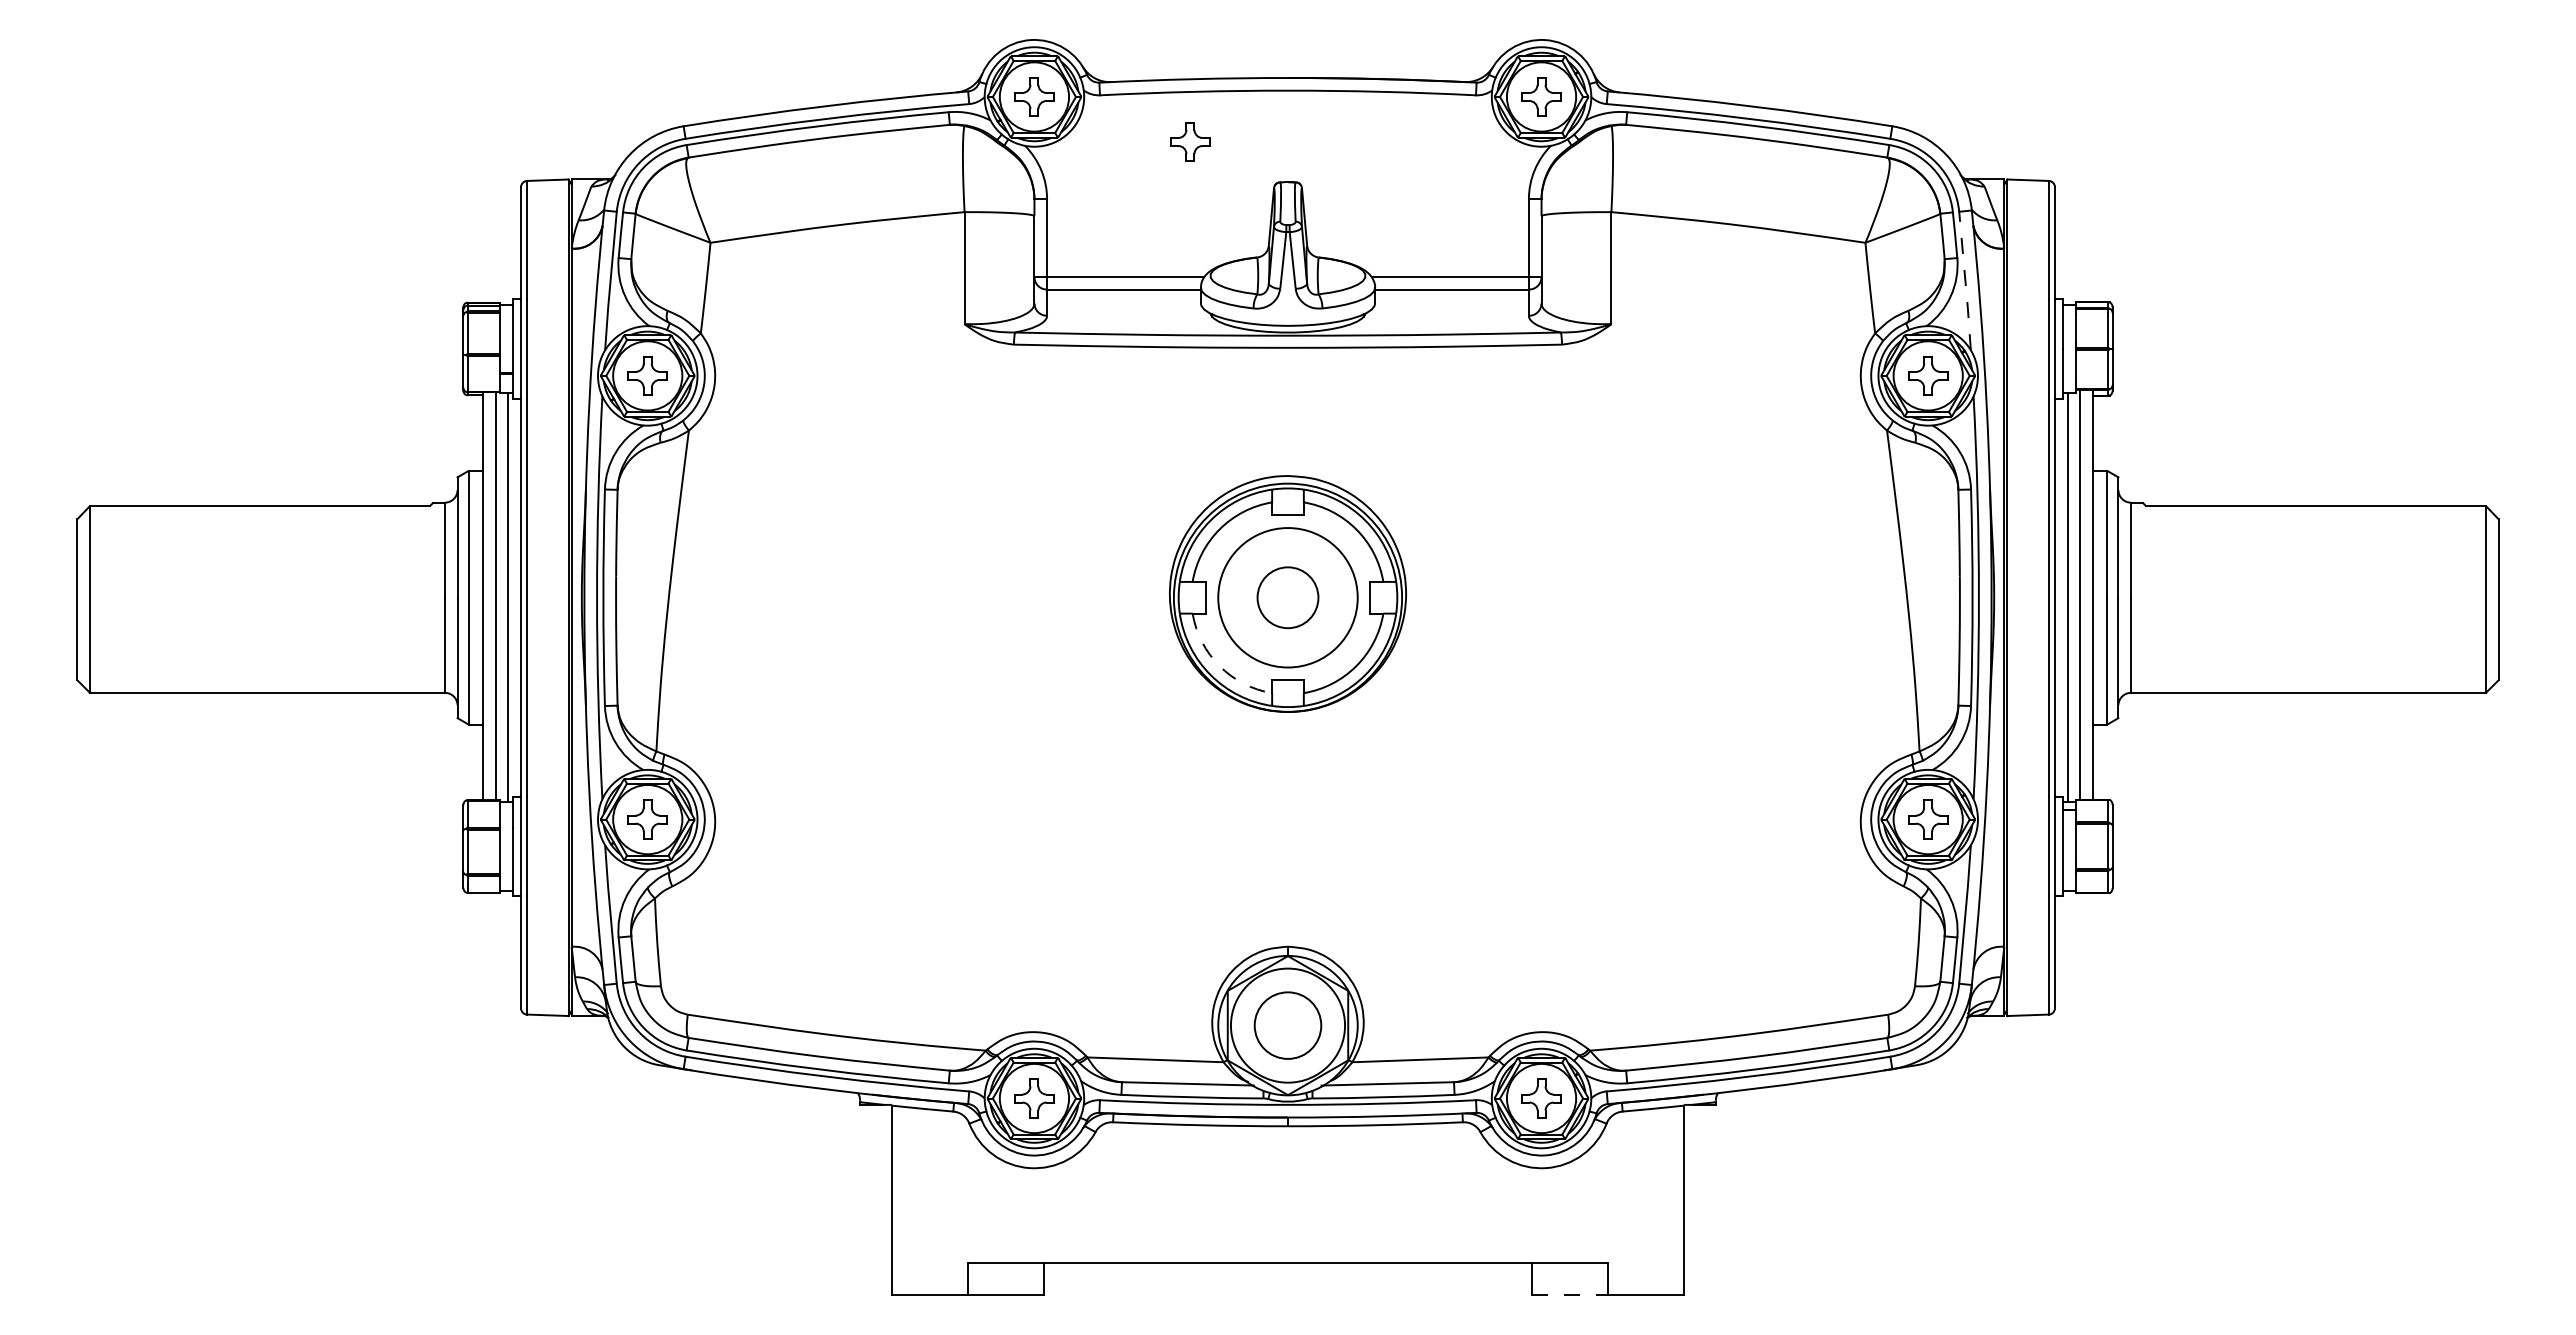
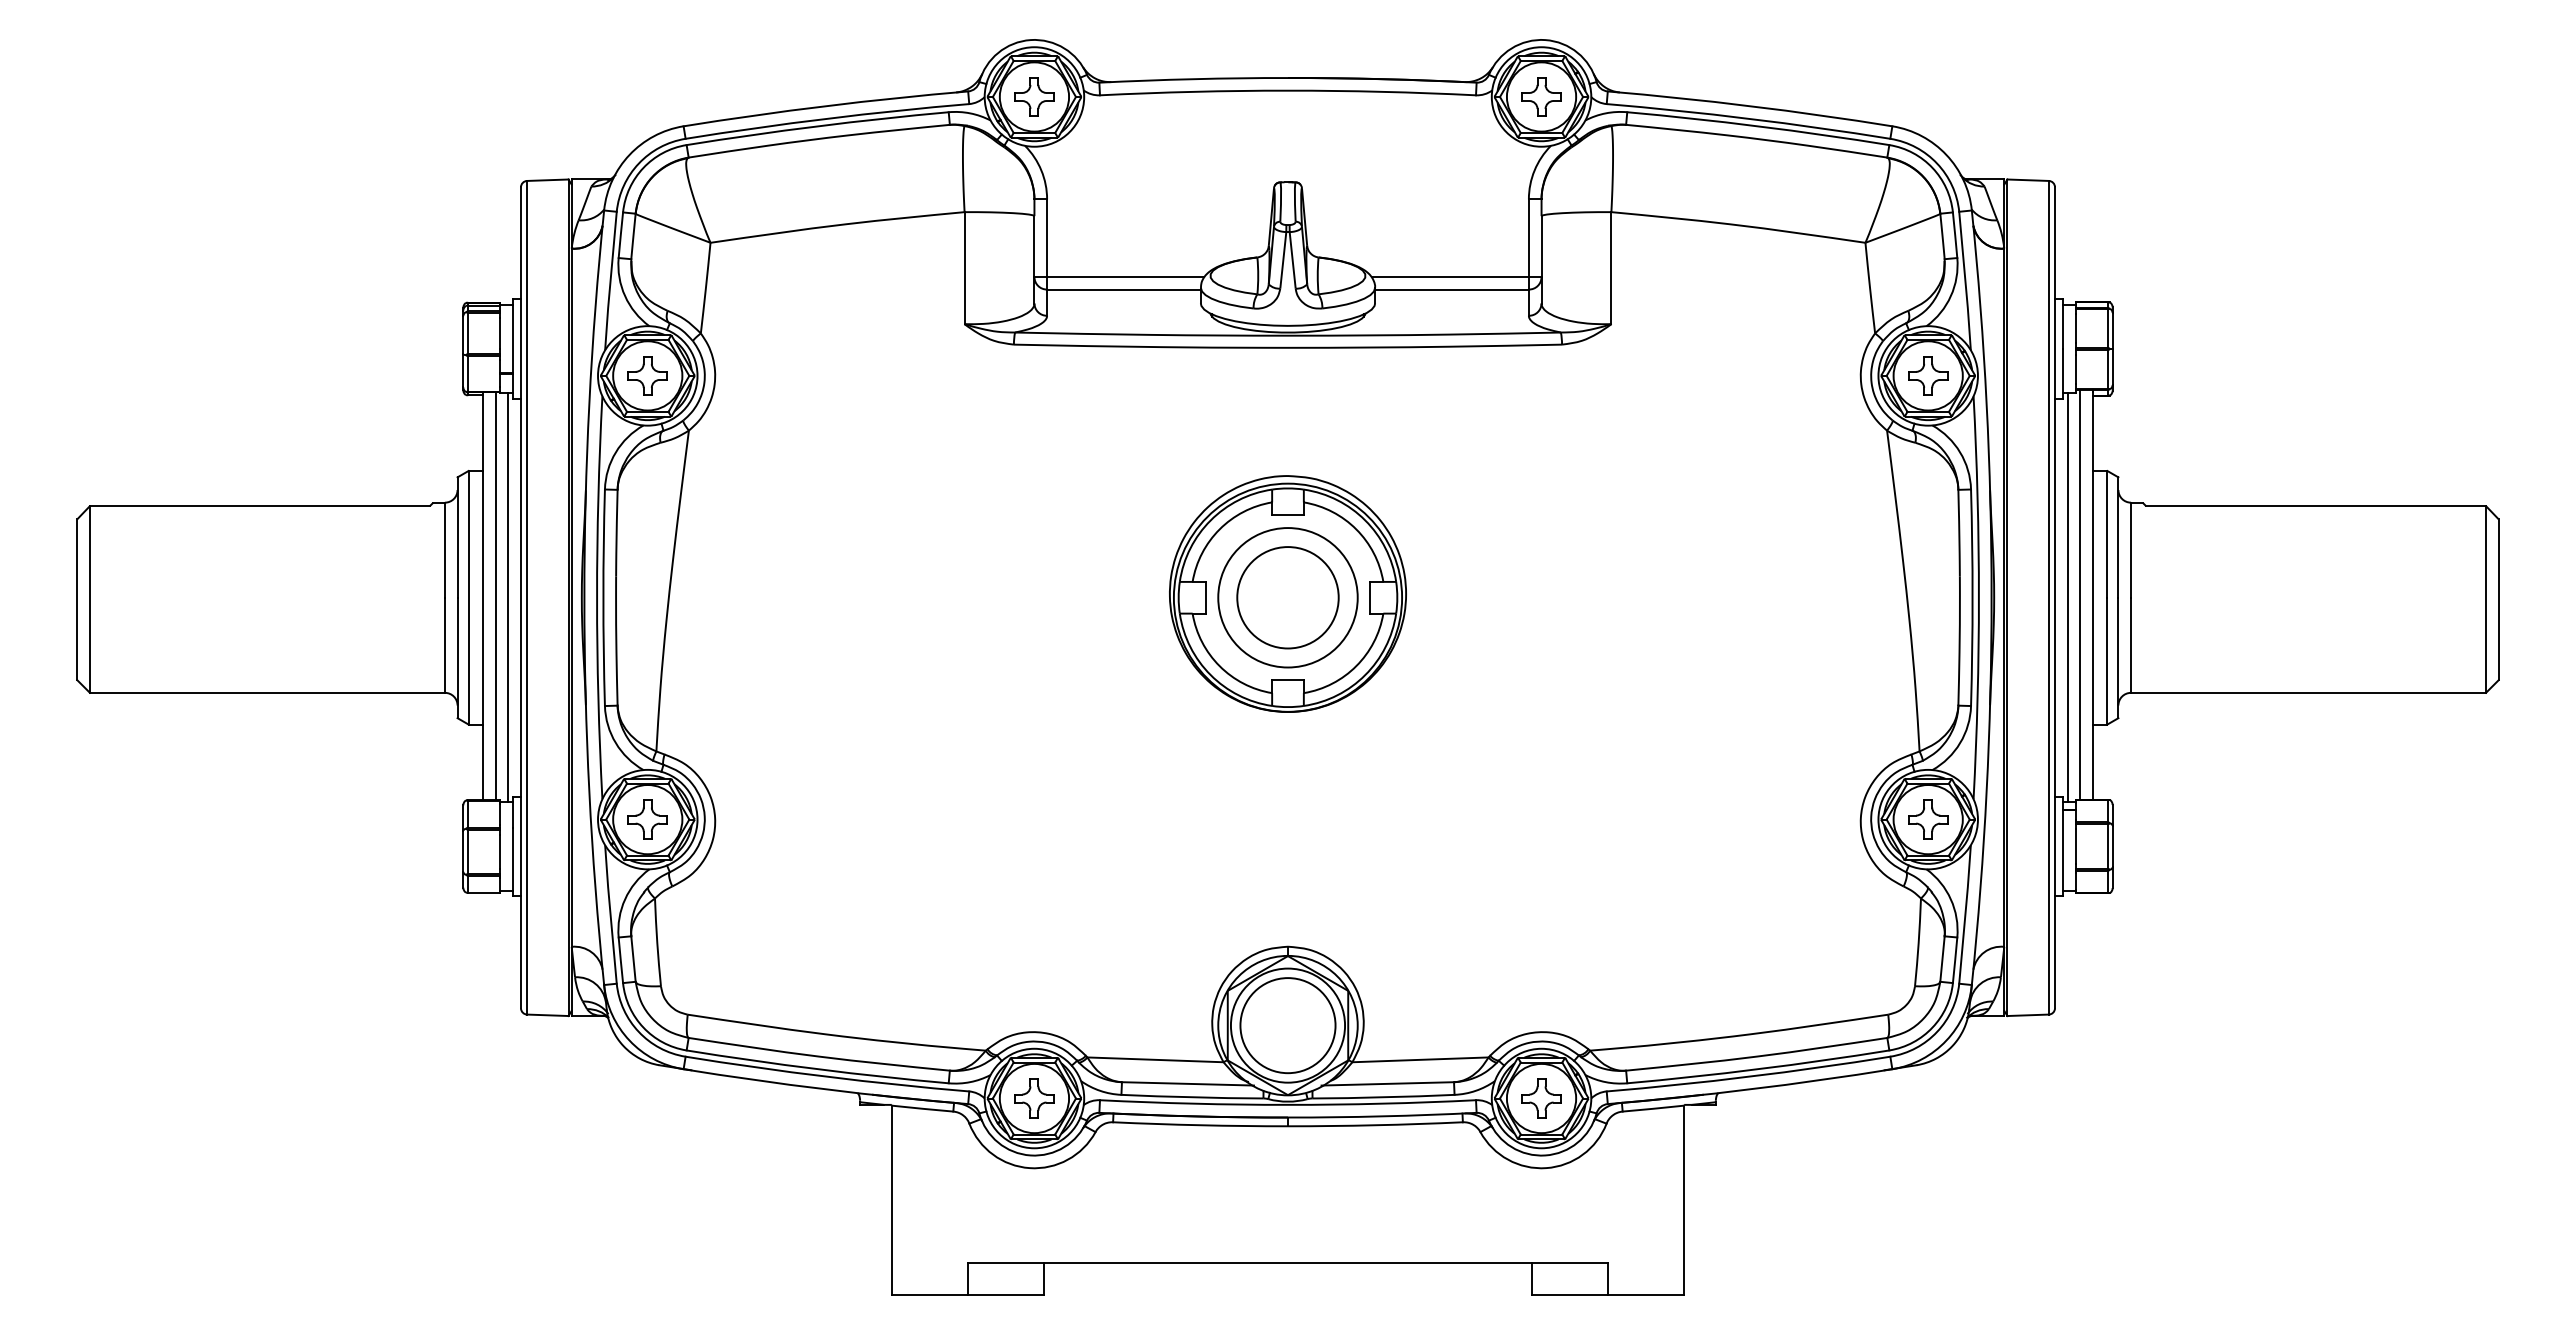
part at (1190, 141): present -> none
line at (1965, 281): dashed -> solid
circle at (1287, 597) diameter: 61 px -> 101 px
arc at (1219, 666): dashed -> solid
circle at (1287, 1025) diameter: 67 px -> 95 px
line at (1570, 1295): dashed -> solid
